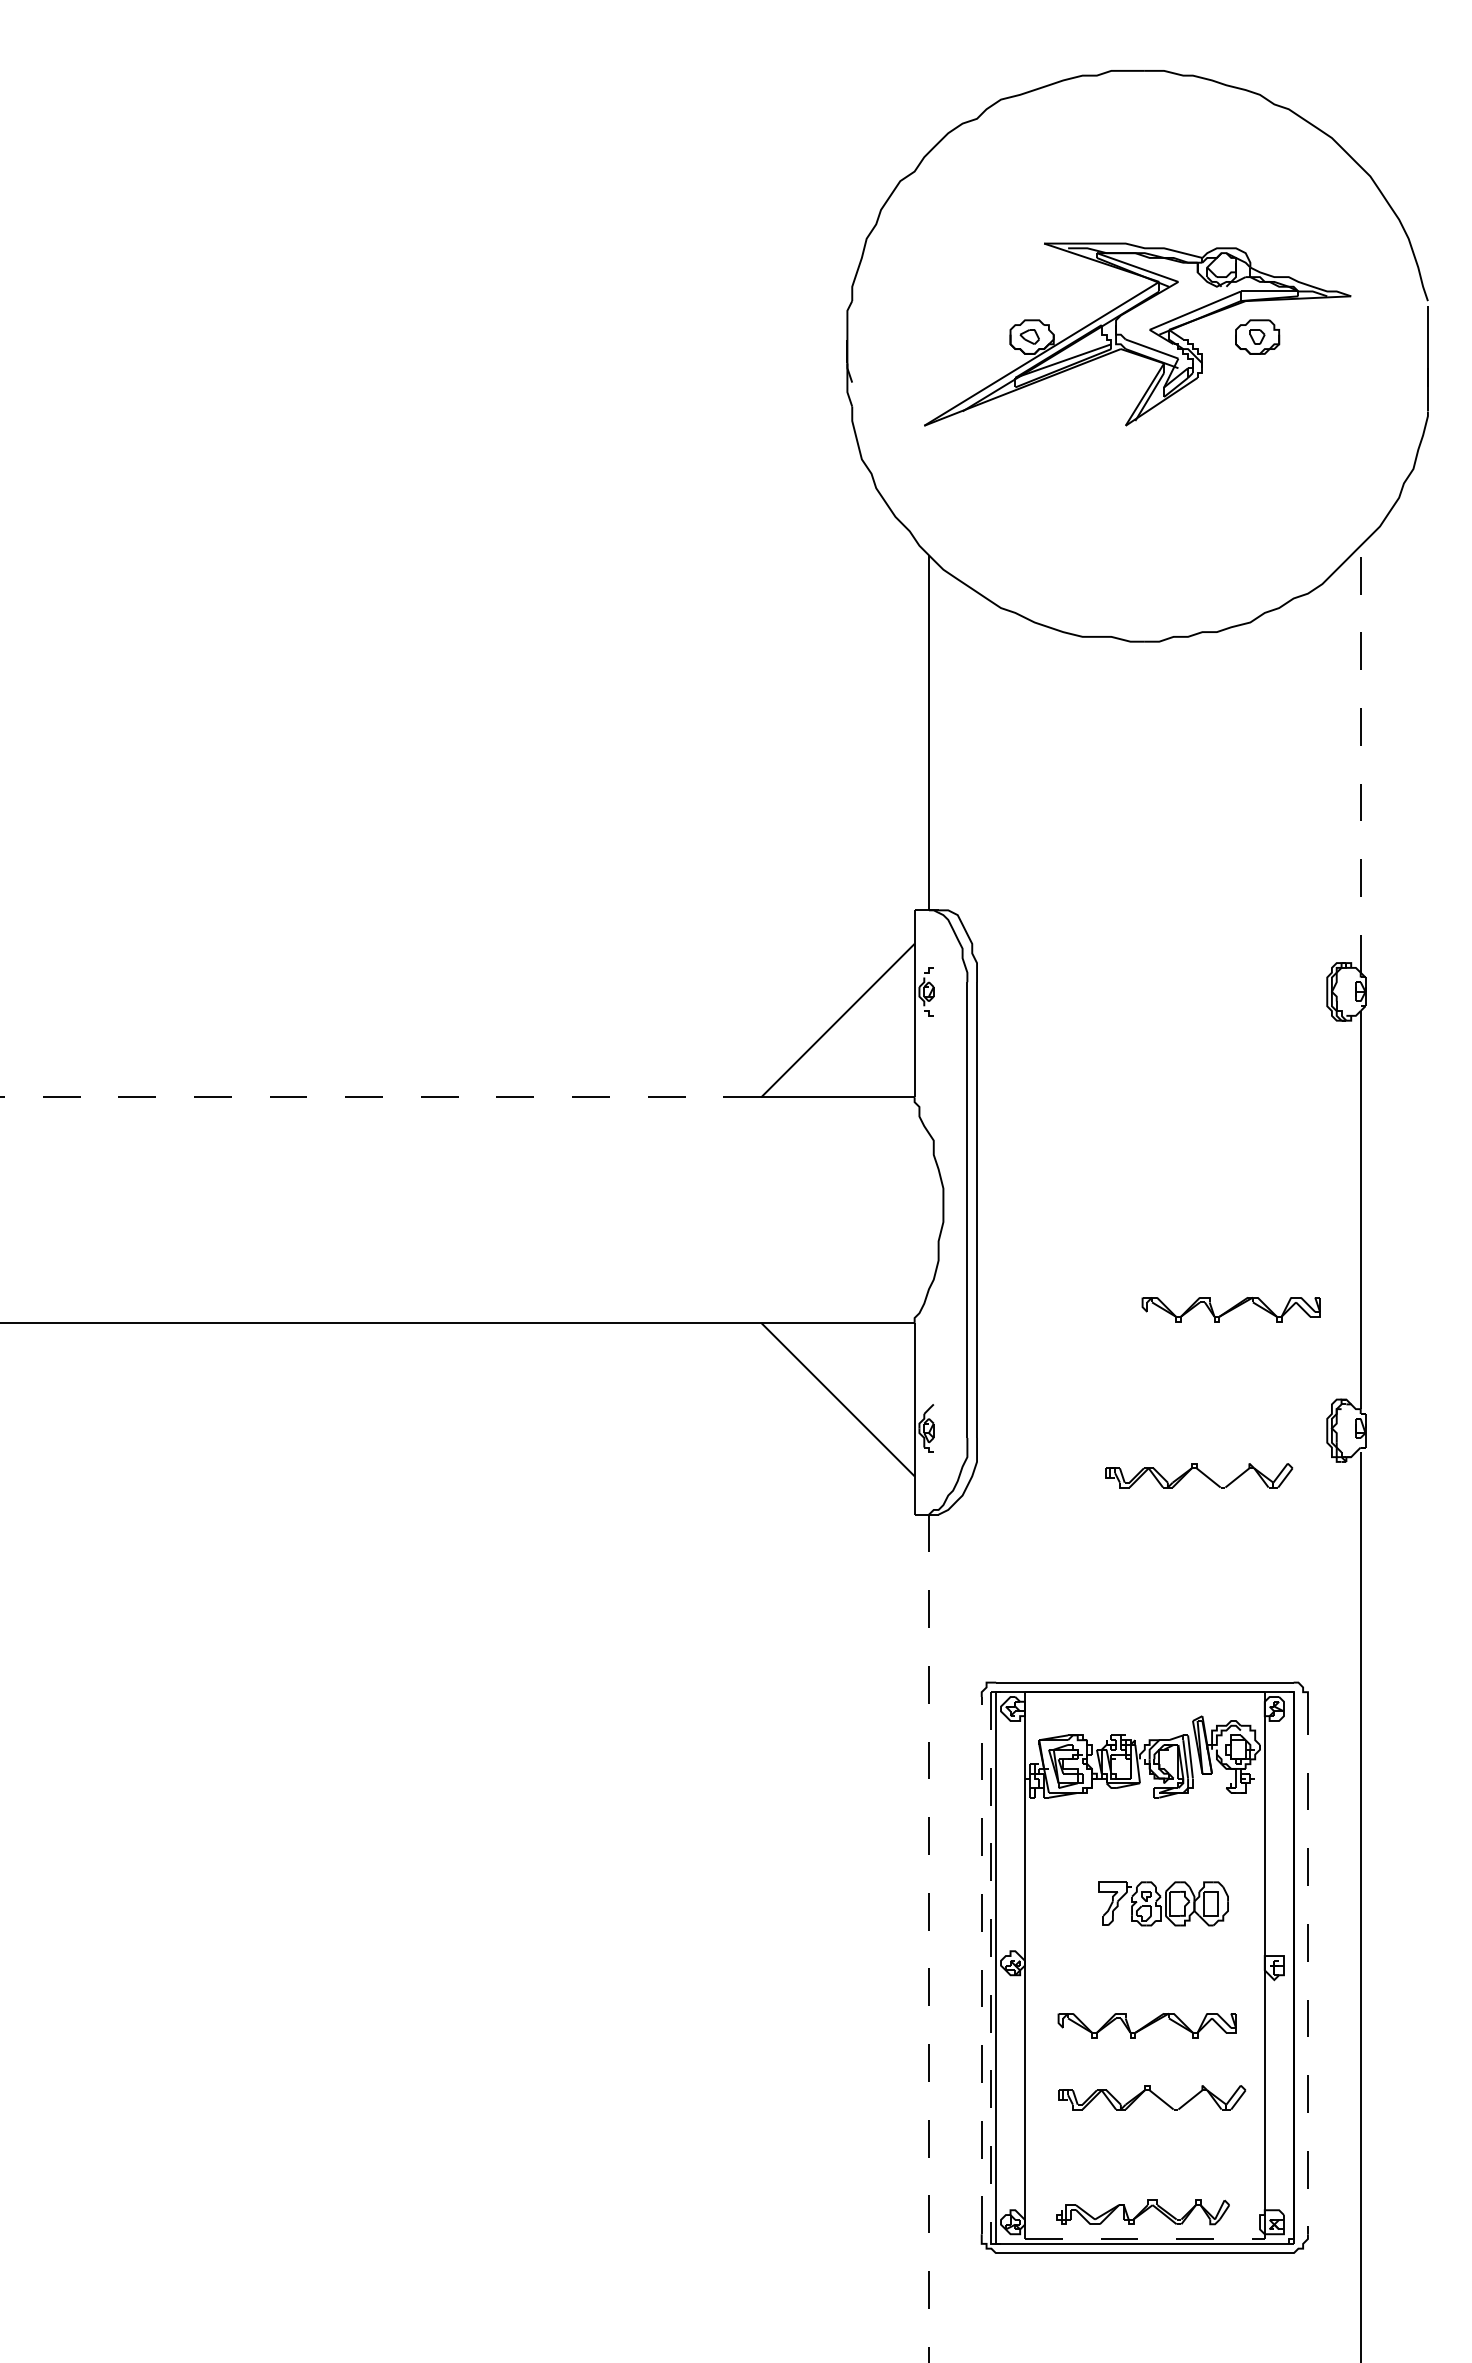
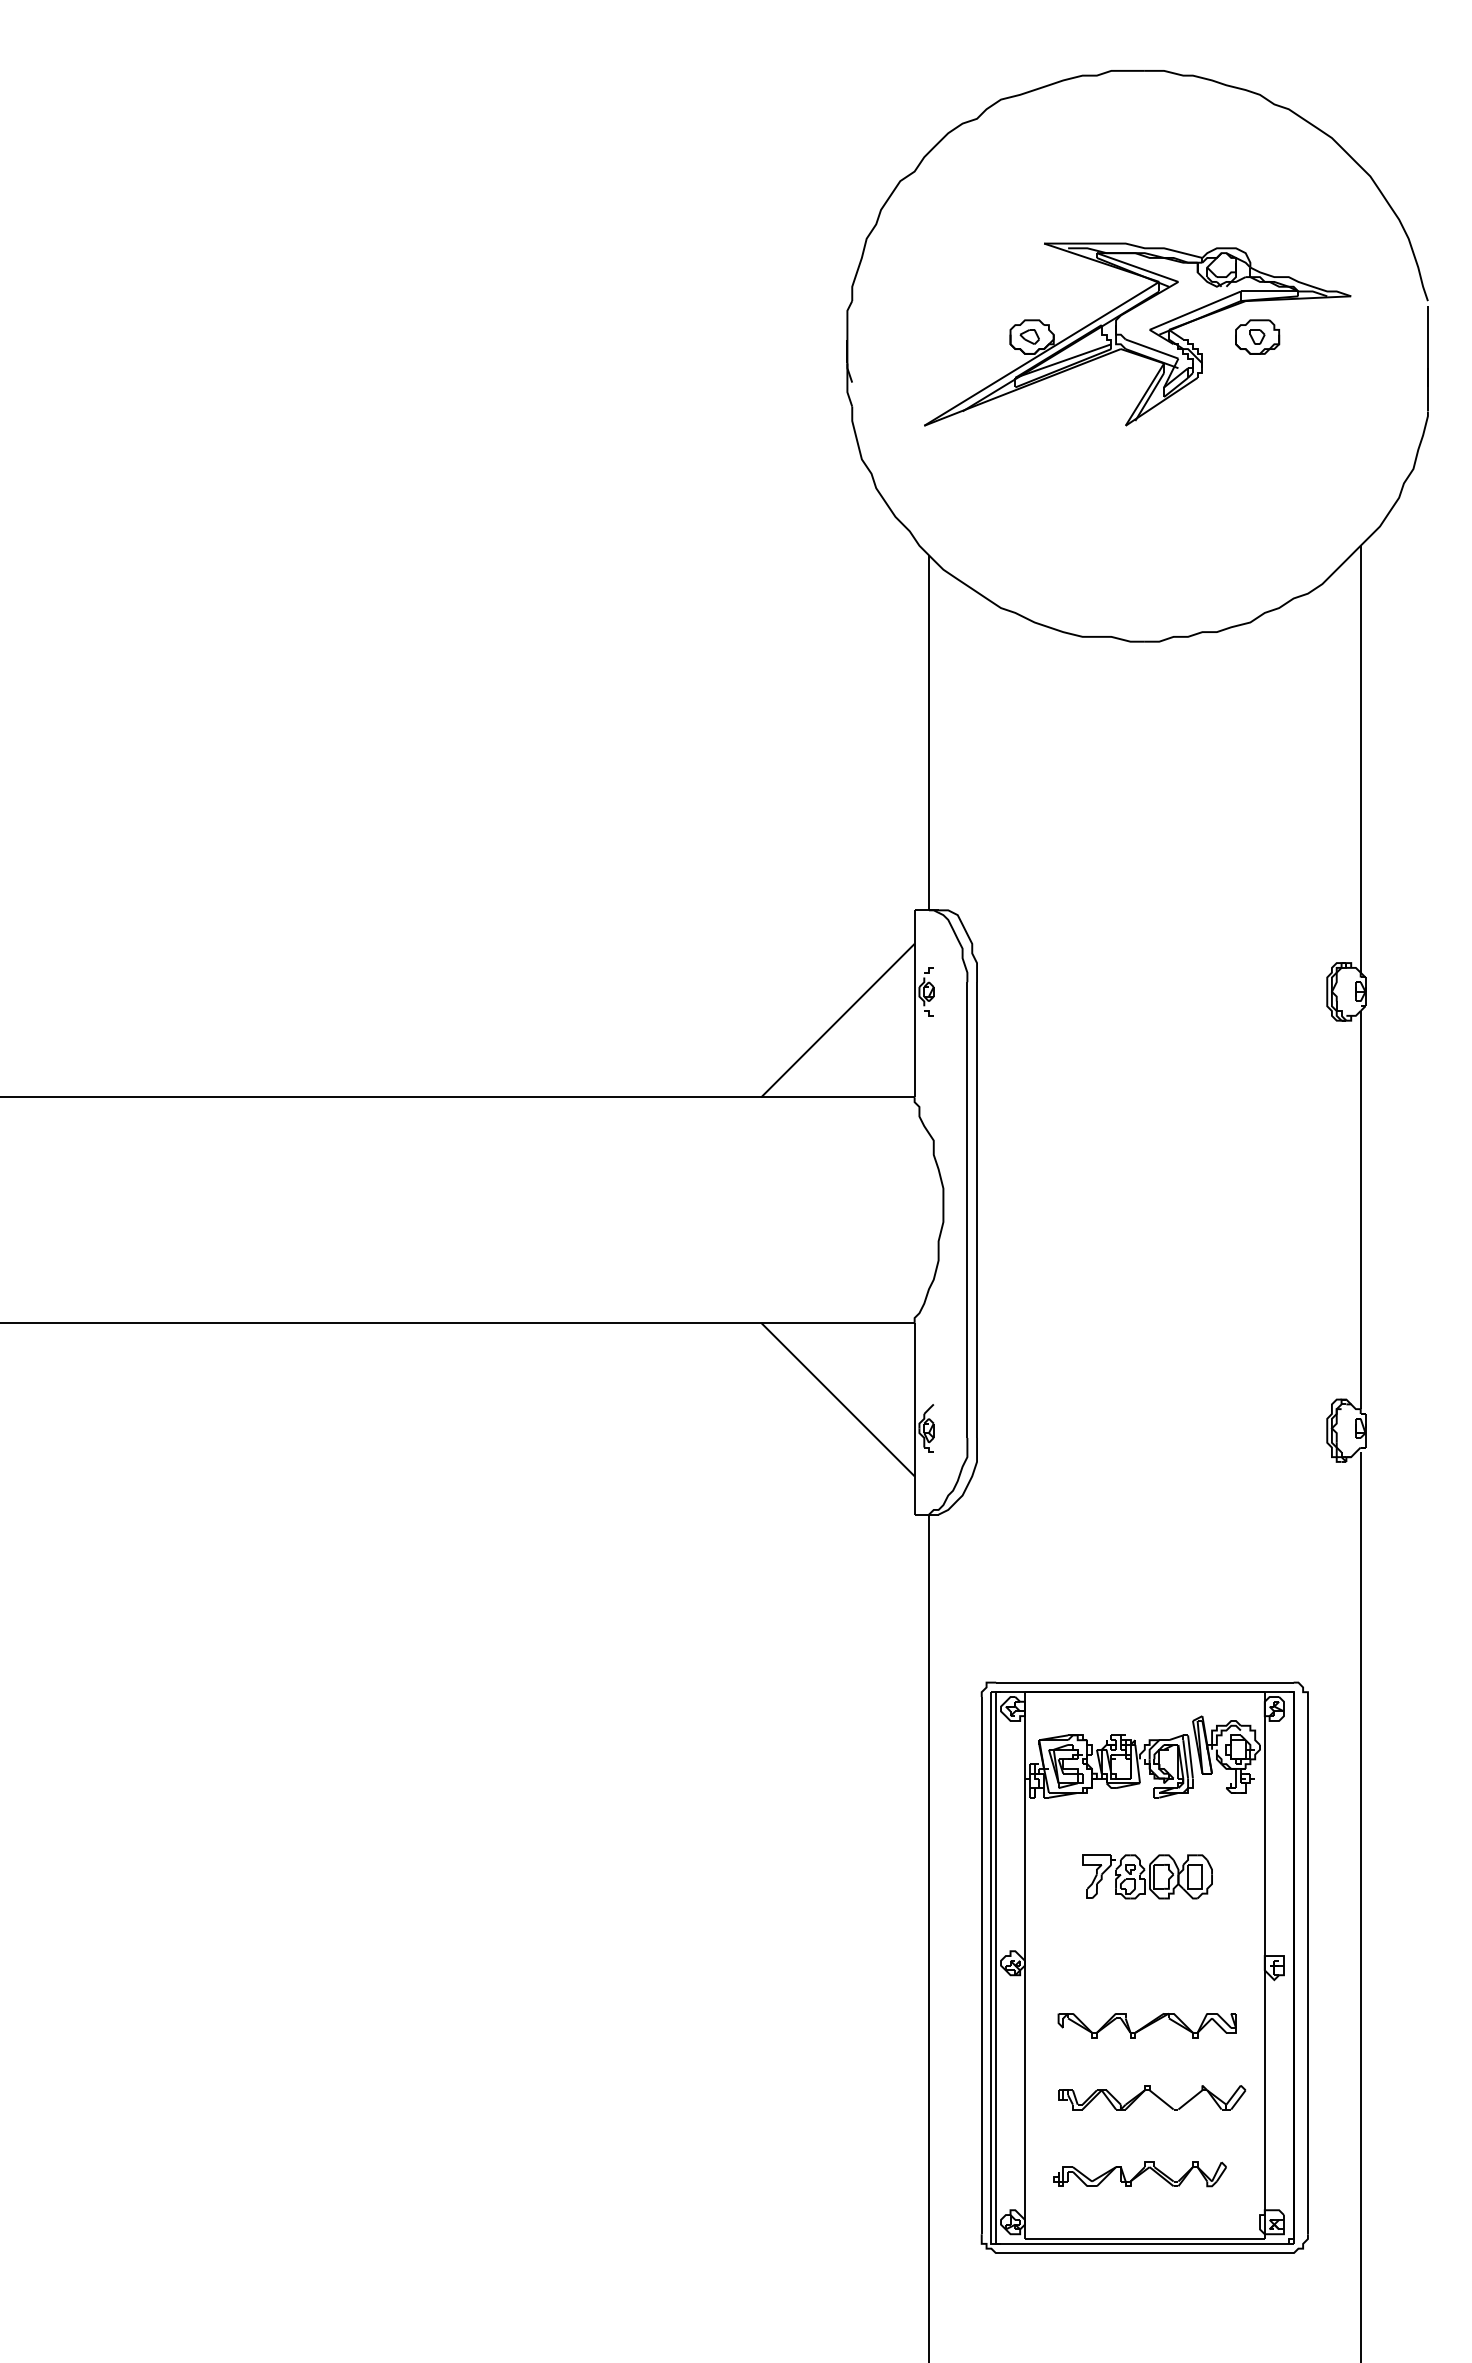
line at (1360, 758): dashed -> solid
line at (380, 1097): dashed -> solid
part at (1230, 1309): present -> none
part at (1199, 1475): present -> none
part at (1163, 1903) position: (1163, 1903) -> (1147, 1876)
line at (928, 1938): dashed -> solid
line at (981, 1965): dashed -> solid
line at (1307, 1965): dashed -> solid
line at (991, 1966): dashed -> solid
part at (1142, 2212) position: (1142, 2212) -> (1139, 2174)
line at (1144, 2239): dashed -> solid
